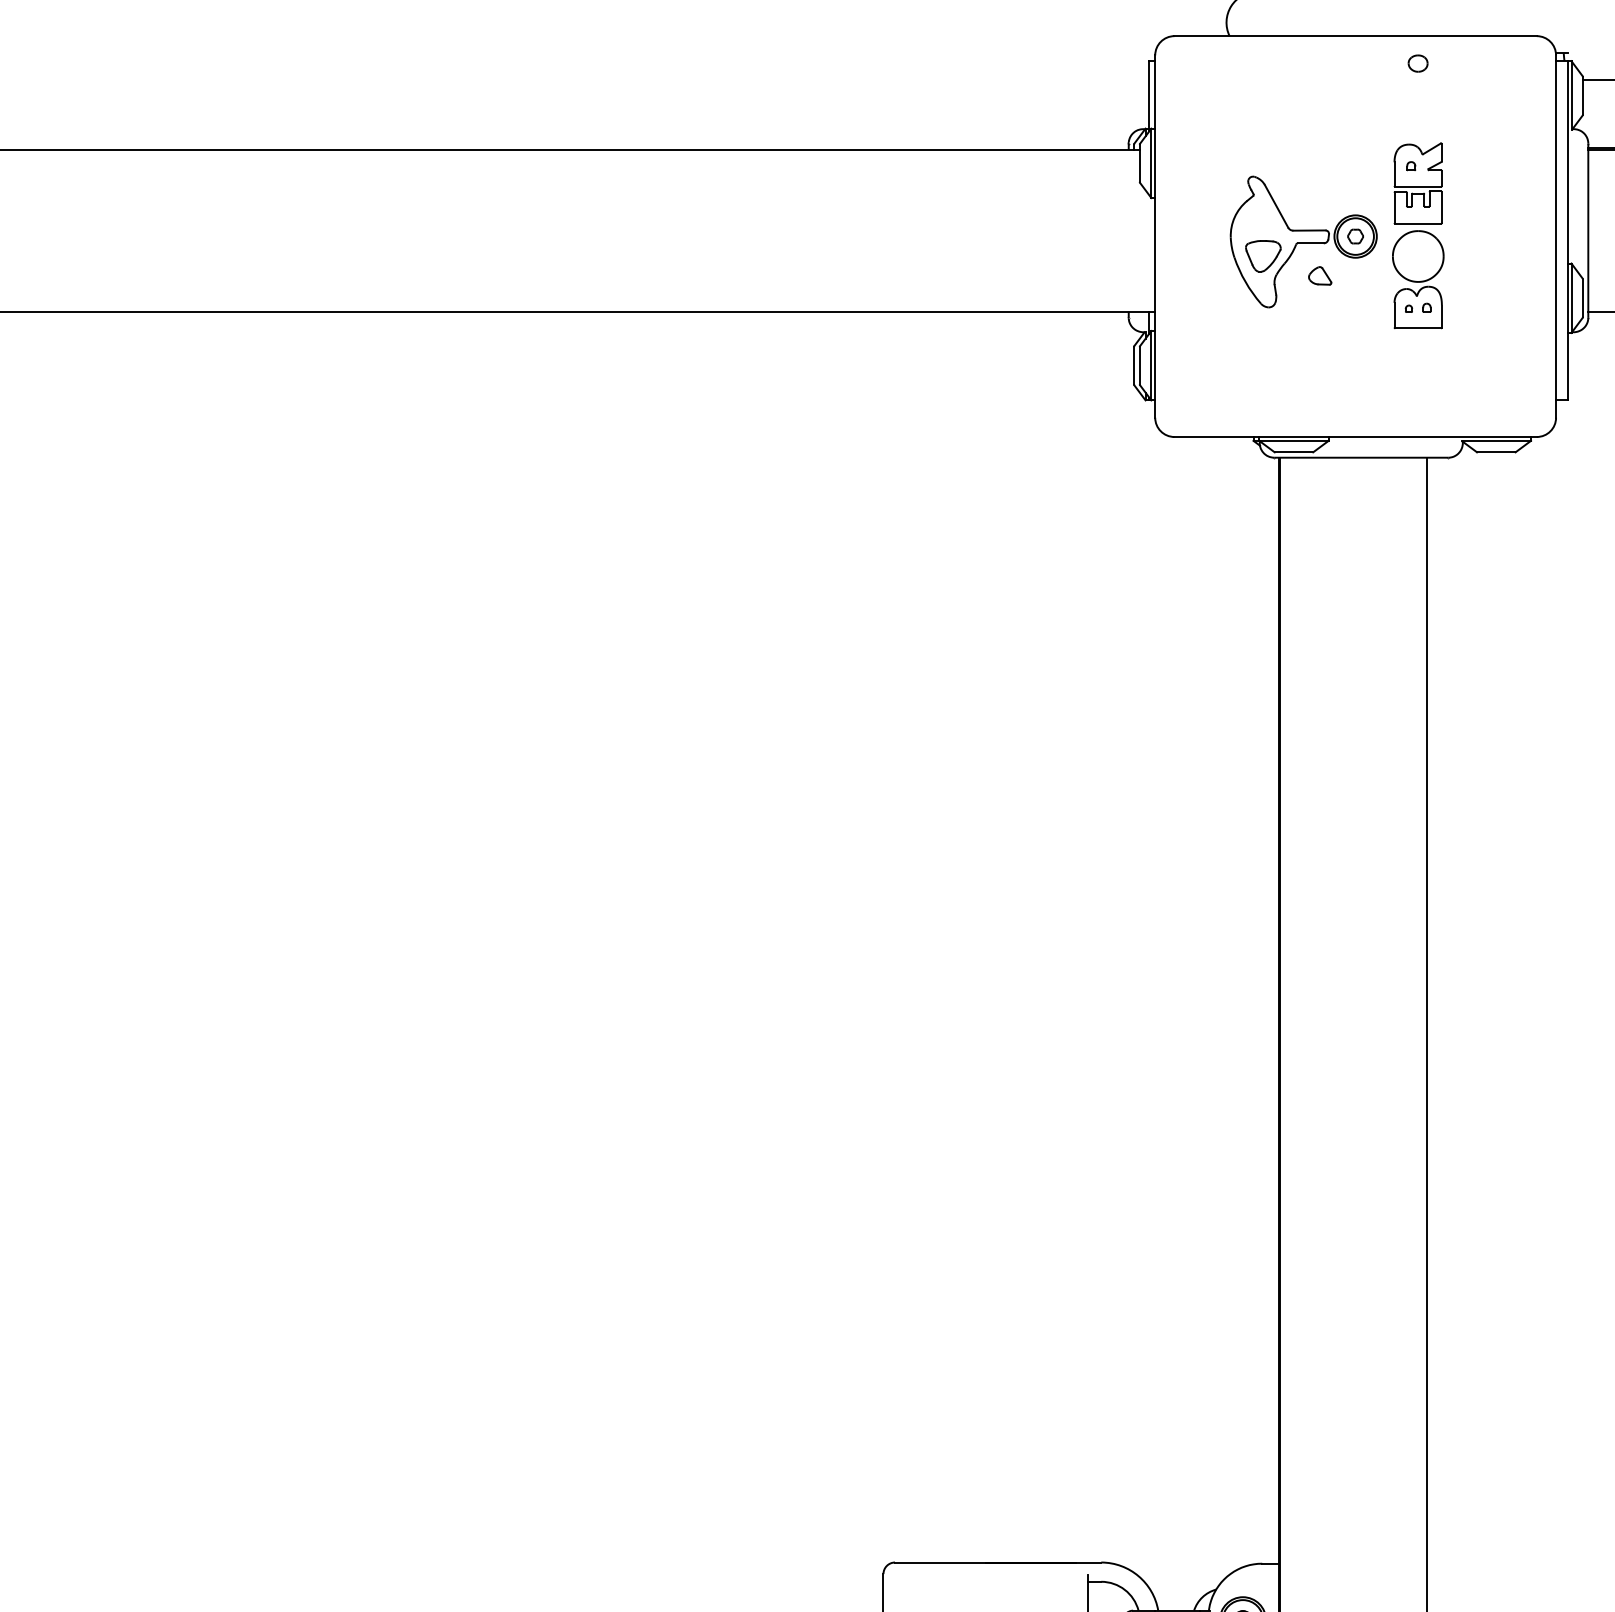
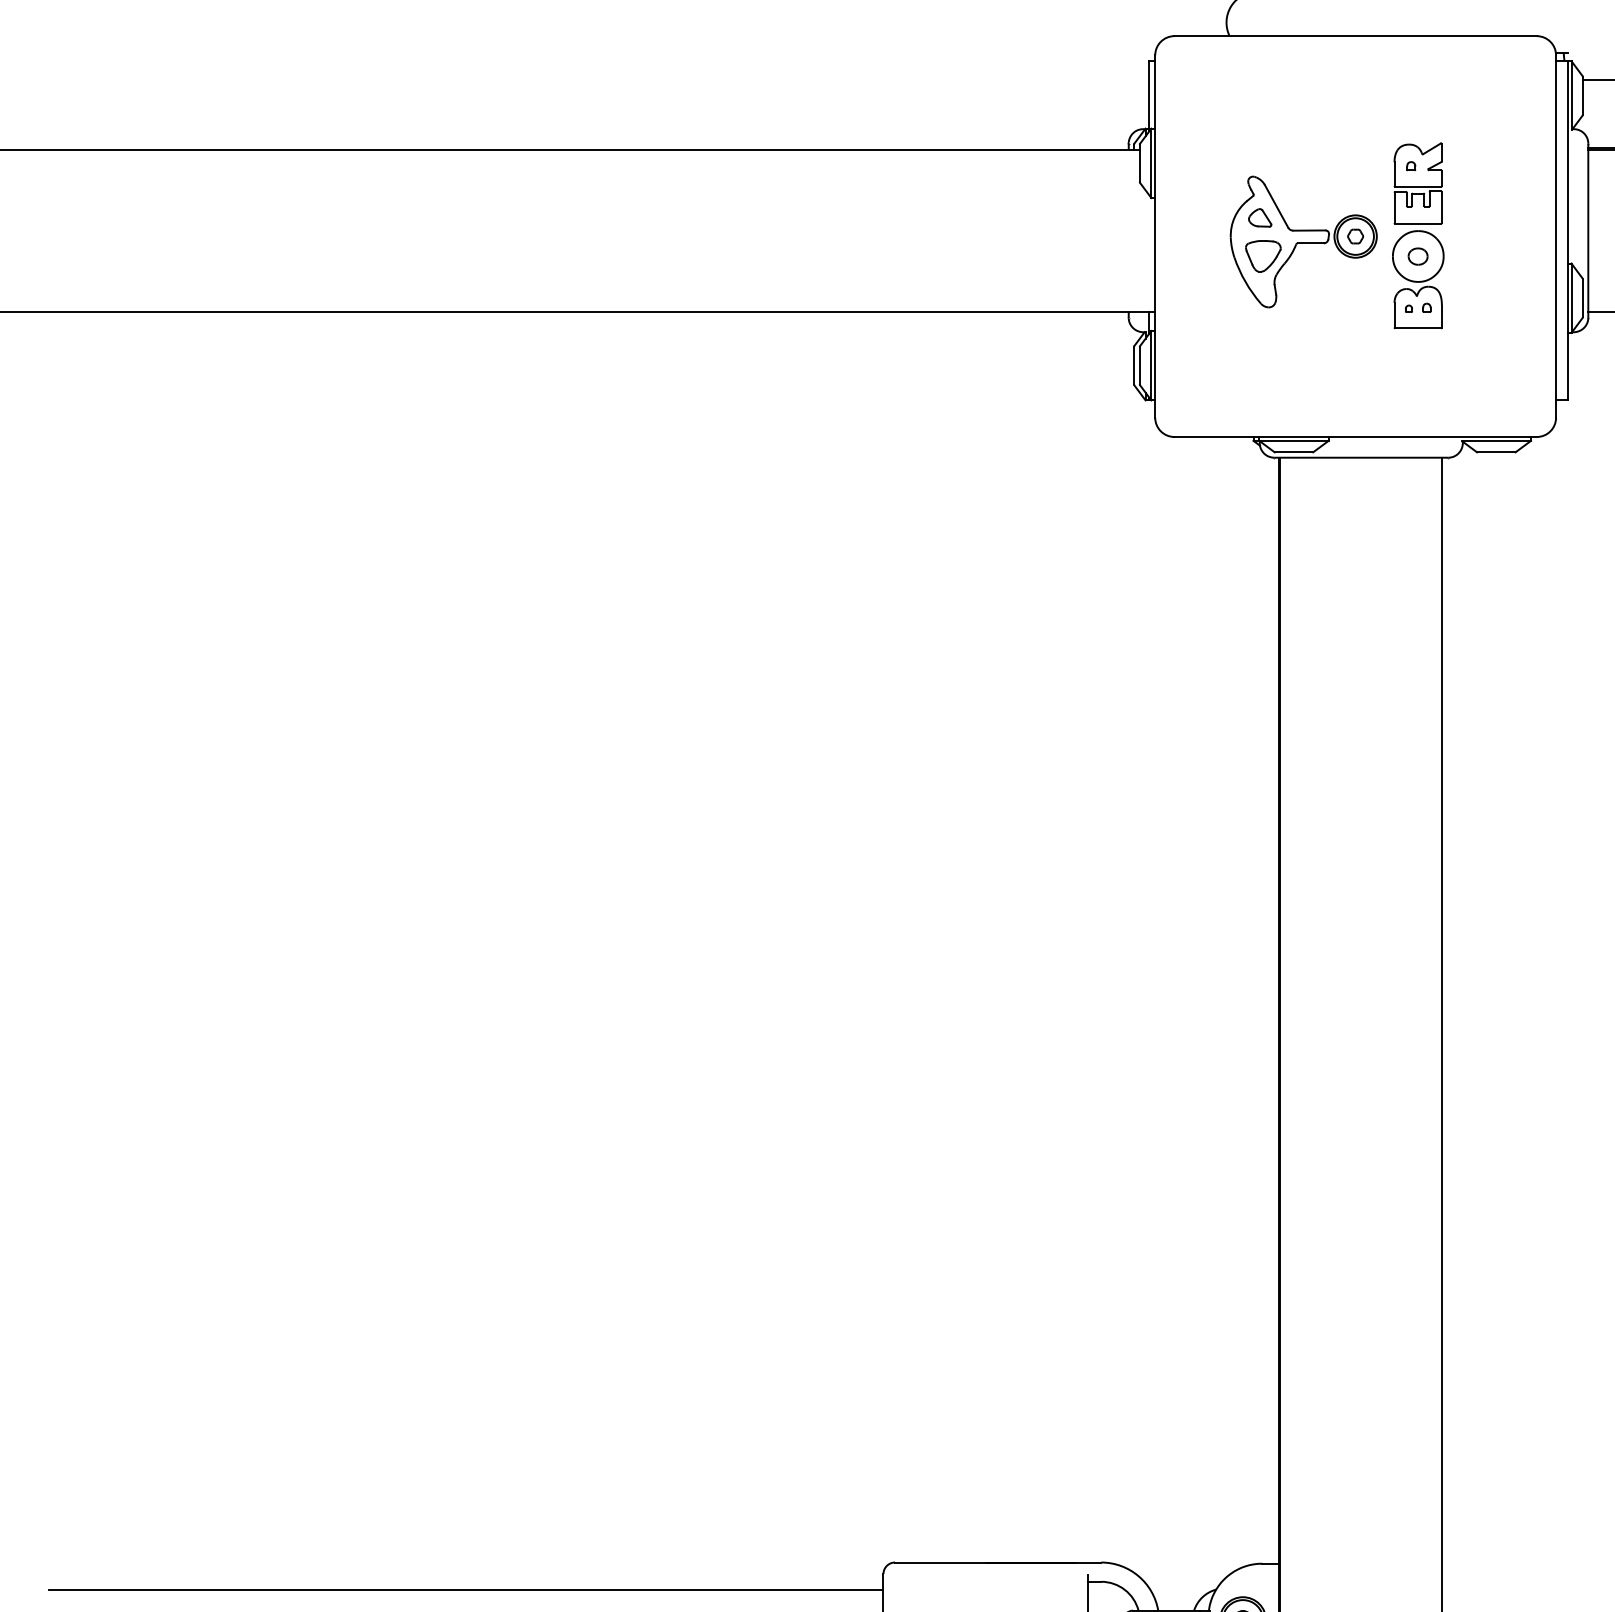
part at (1417, 63) position: (1417, 63) -> (1417, 256)
part at (1320, 275) position: (1320, 275) -> (1260, 217)
line at (1427, 1032) position: (1427, 1032) -> (1442, 1032)
line at (466, 1589): none -> present
